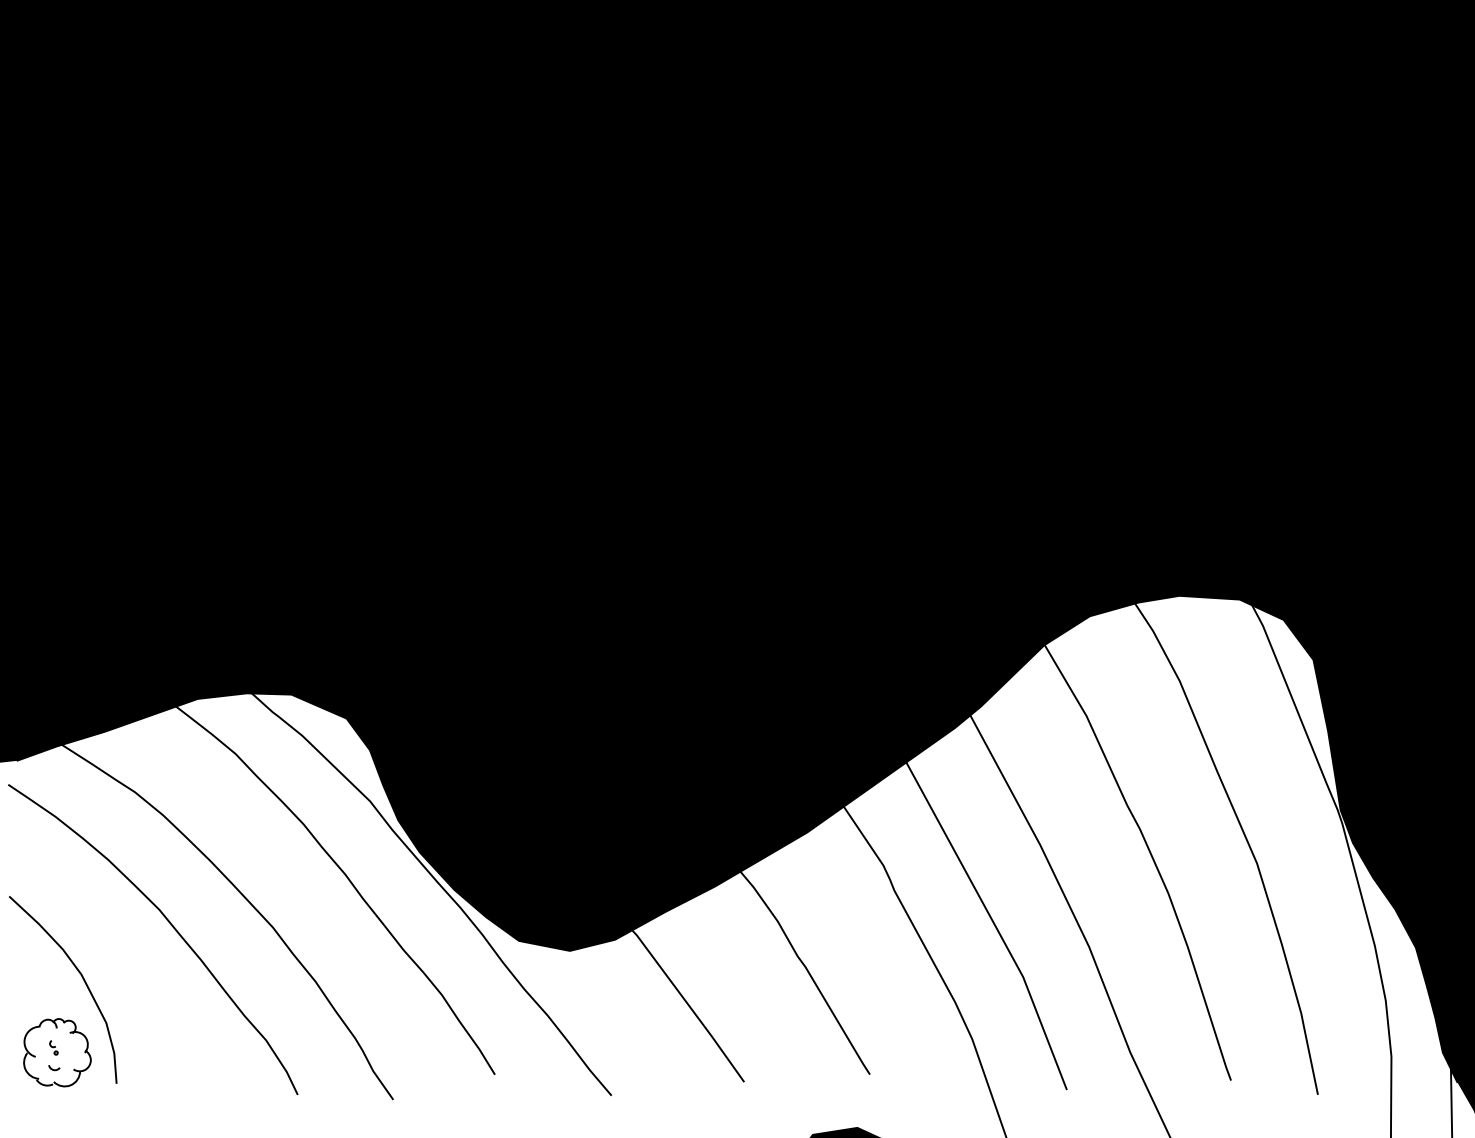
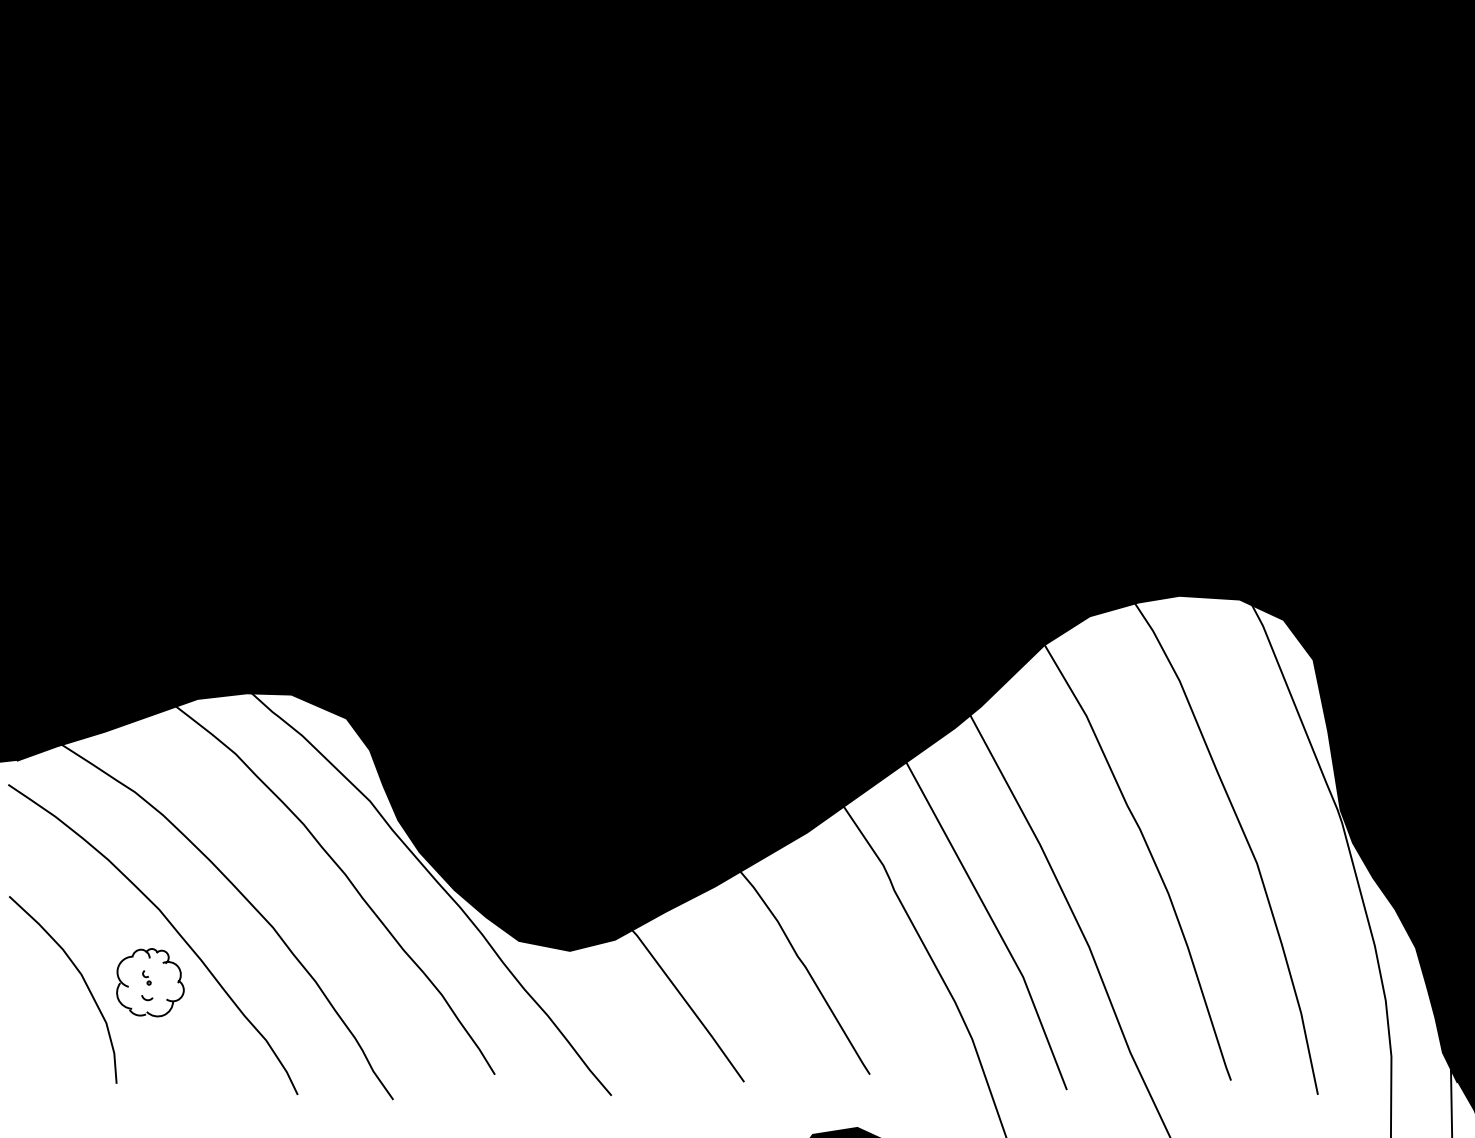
part at (57, 1052) position: (57, 1052) -> (150, 982)
